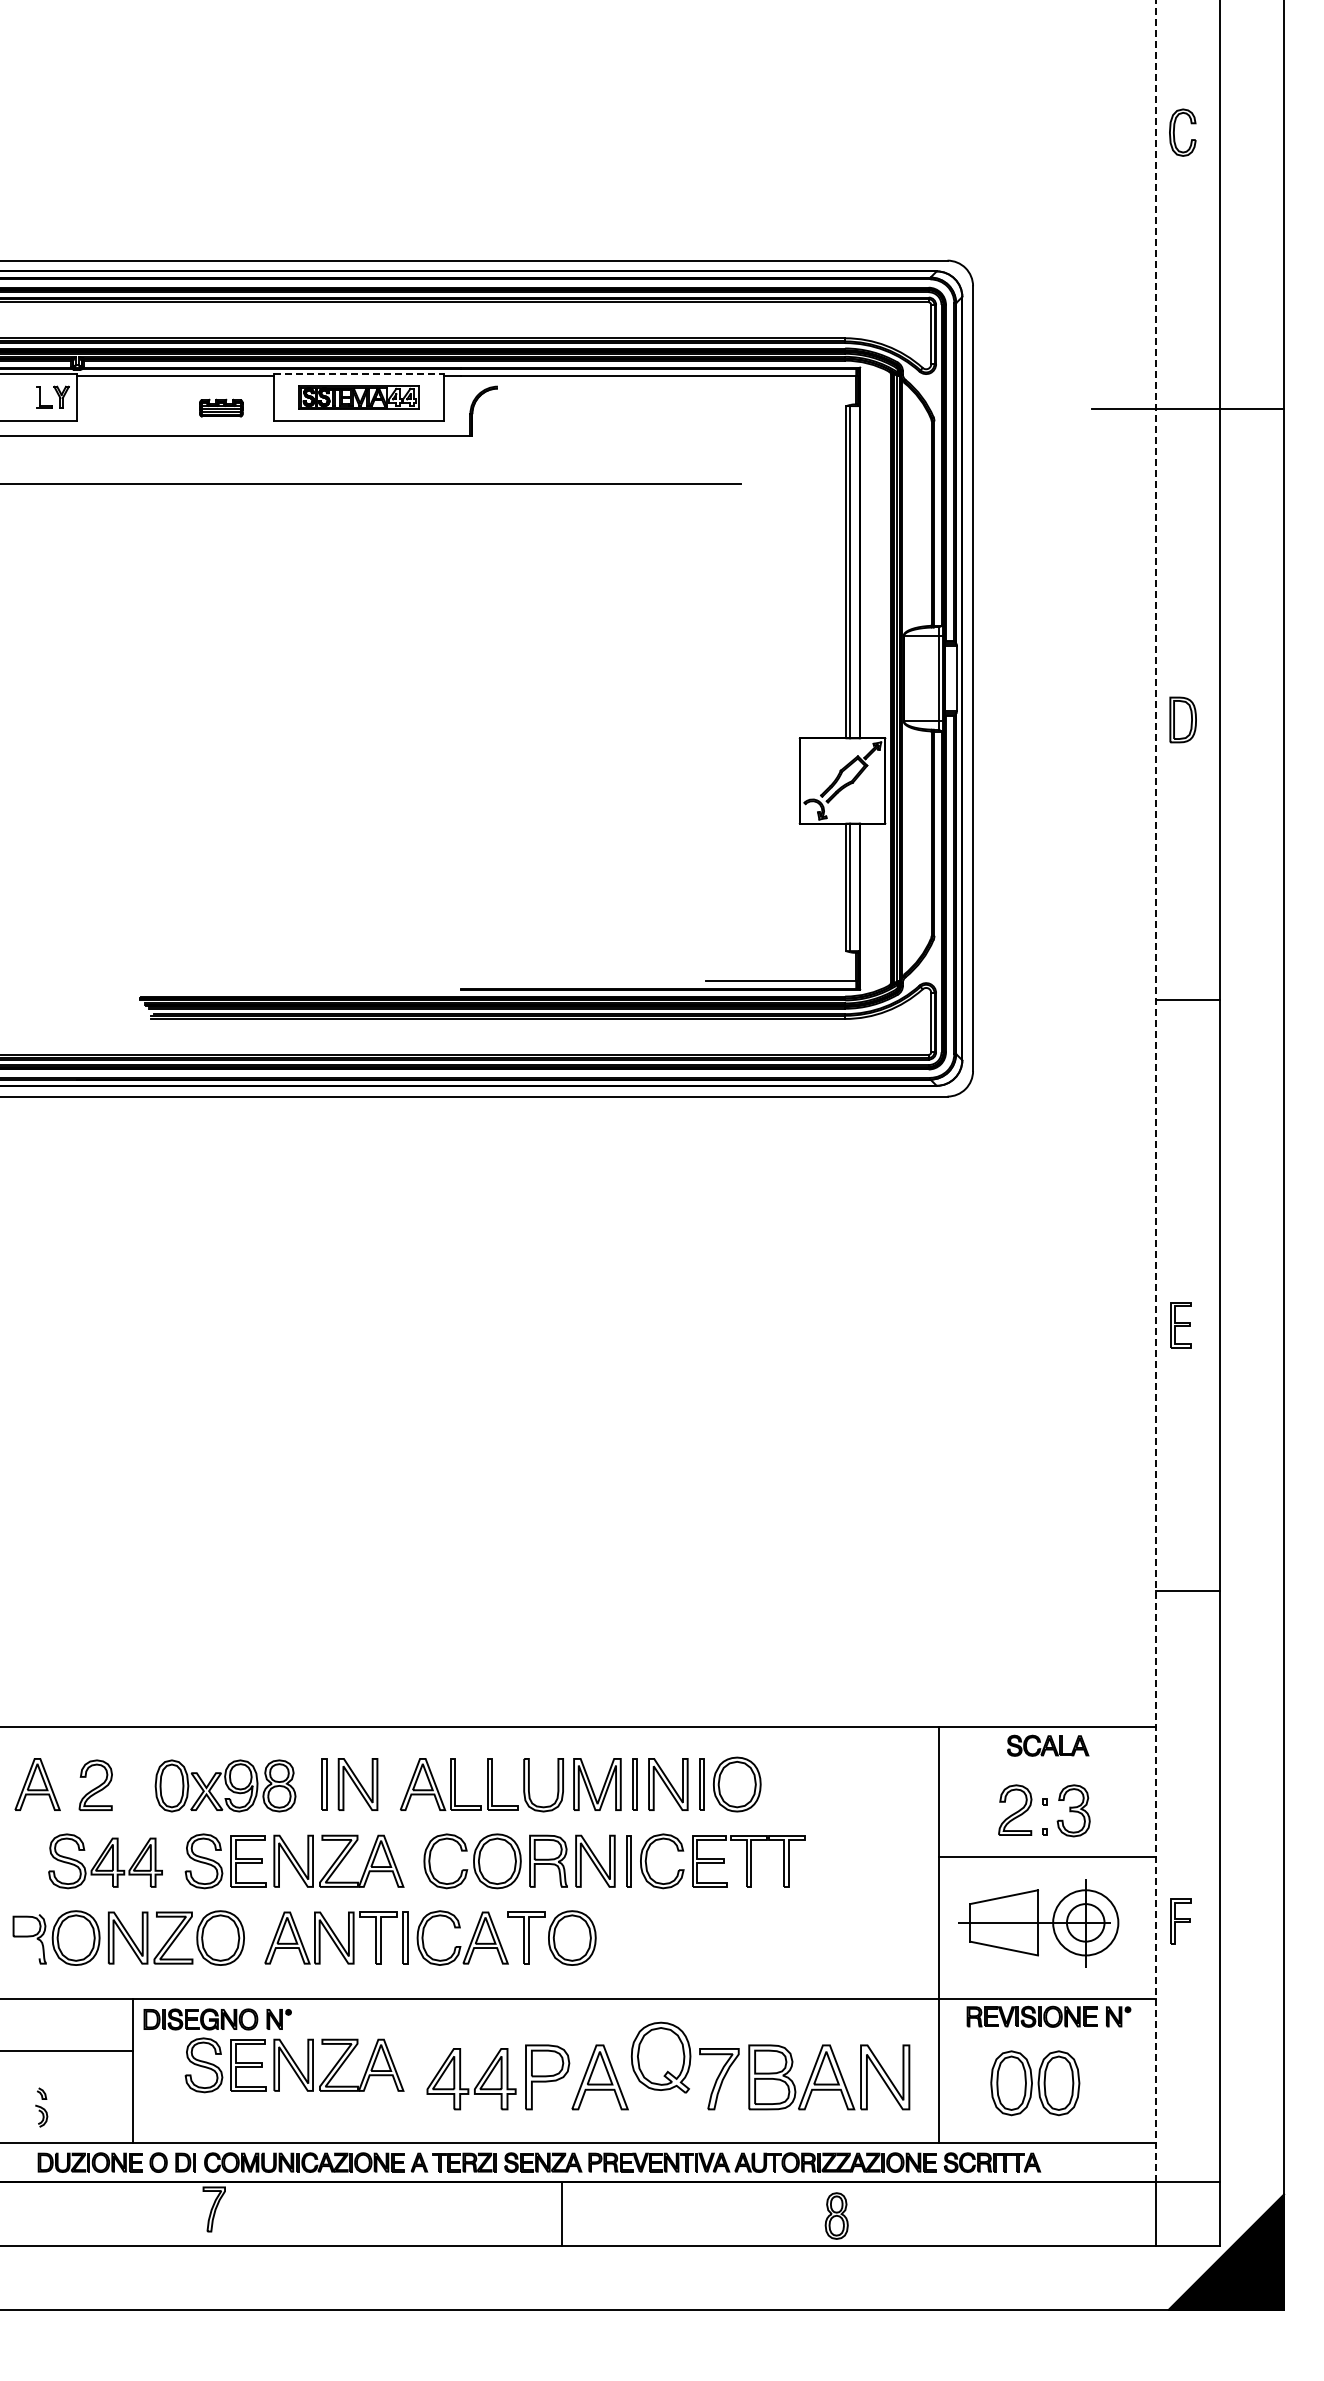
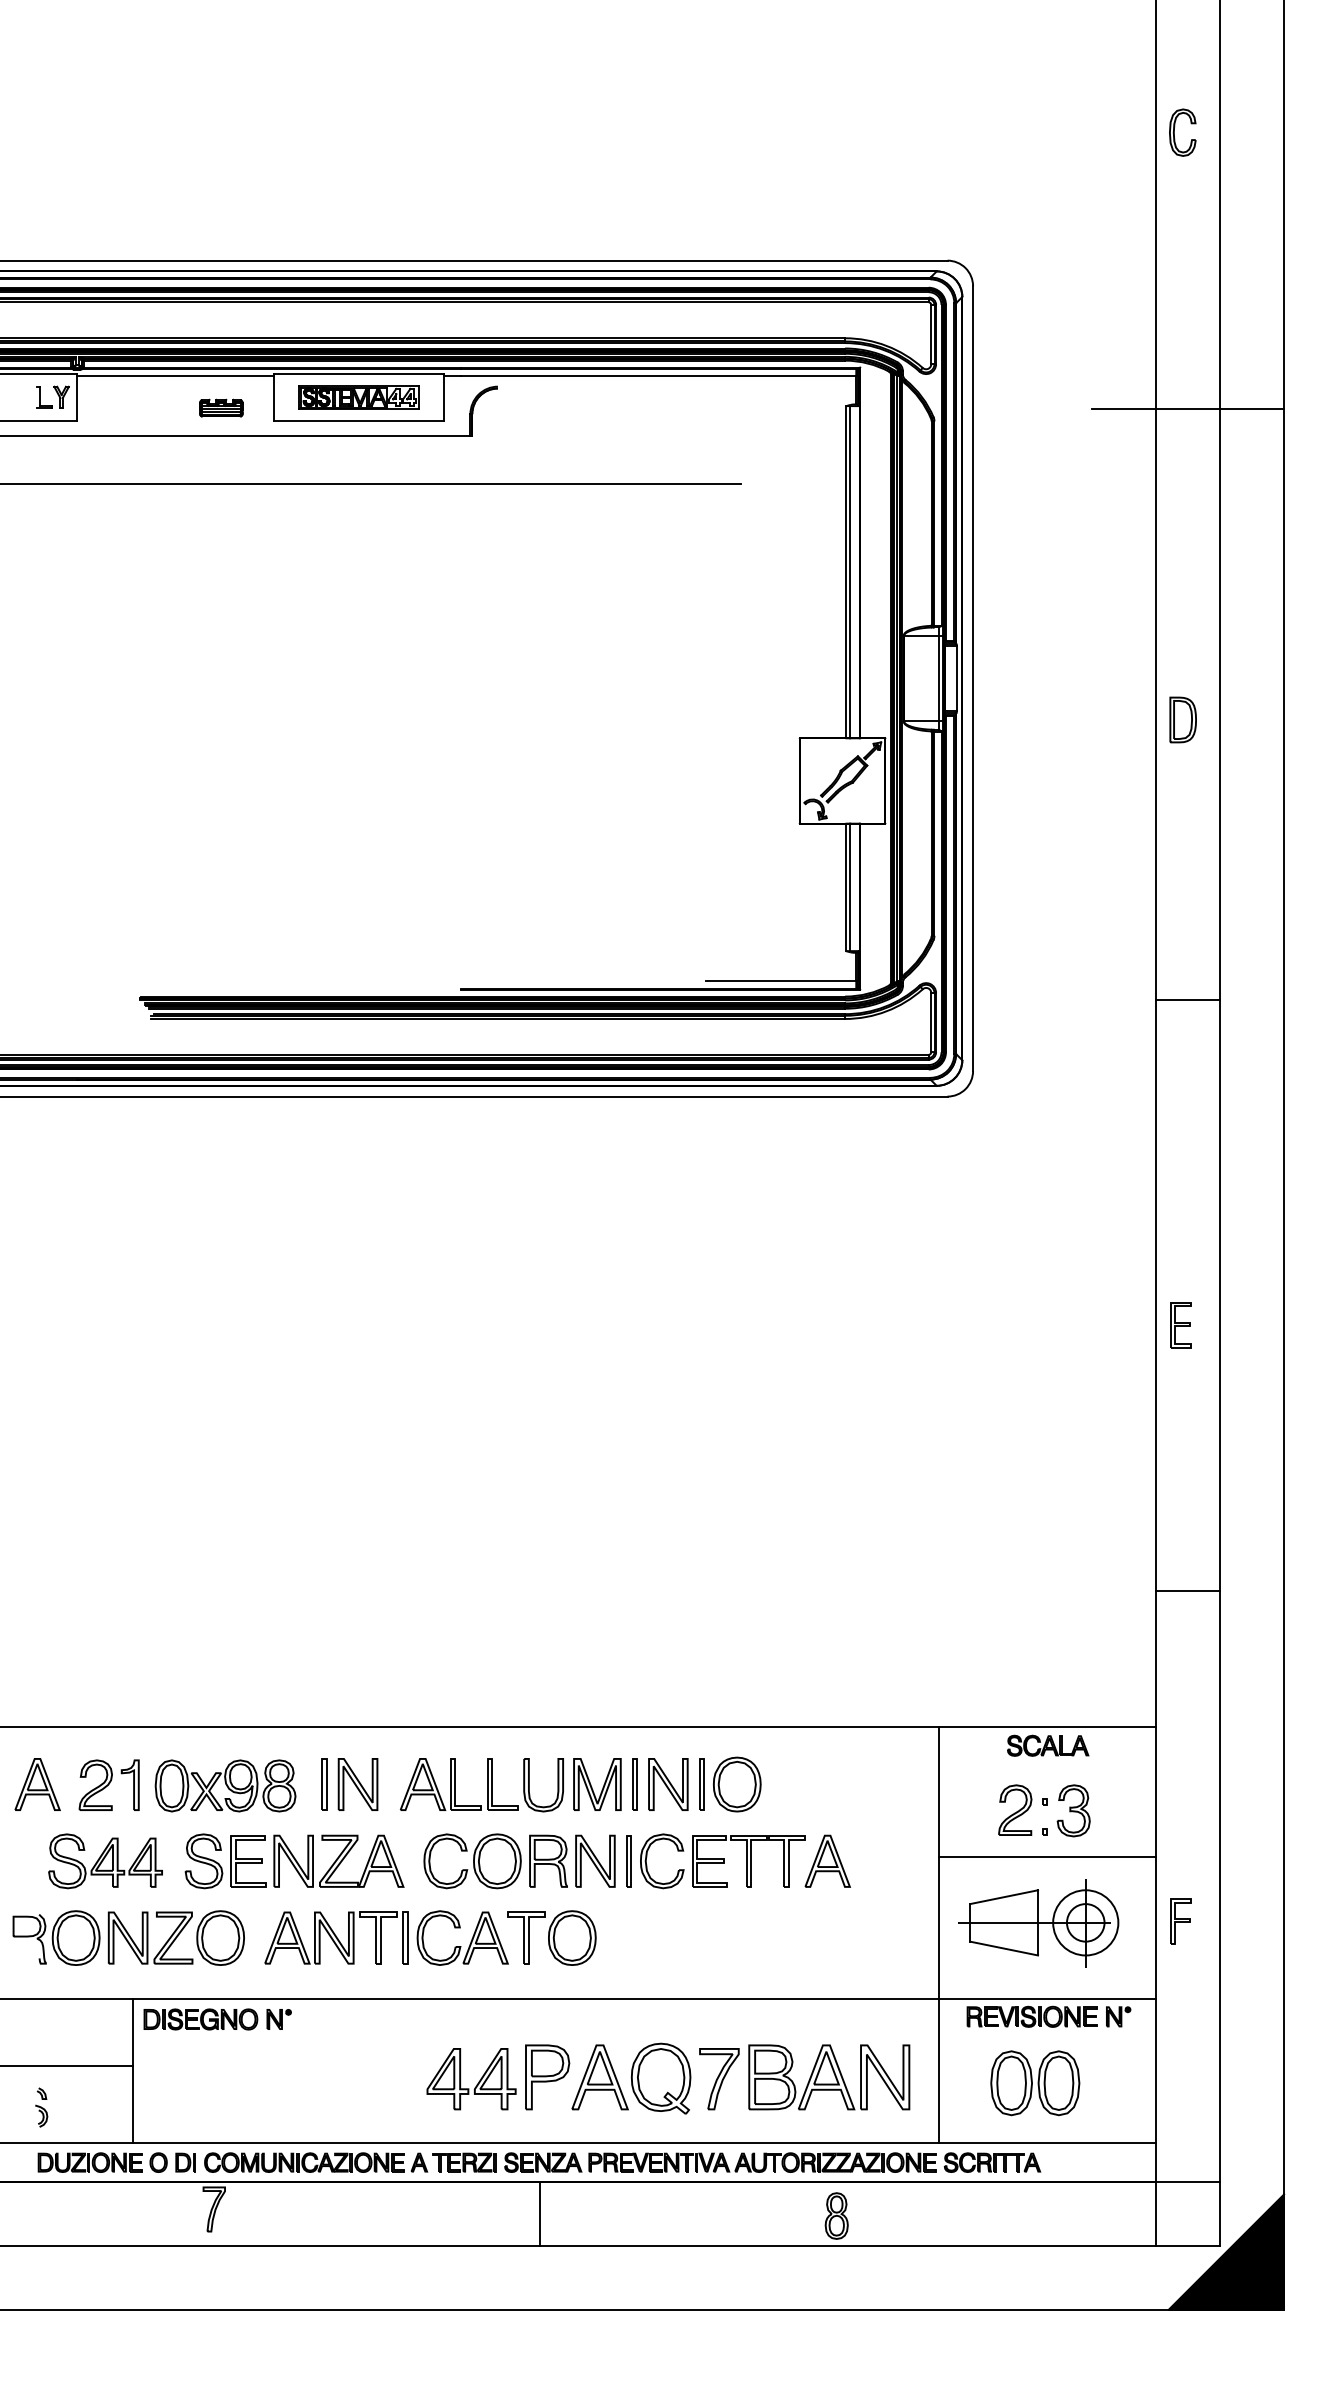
line at (359, 374): dashed -> solid
line at (1156, 1090): dashed -> solid
part at (129, 1784): none -> present
part at (827, 1860): none -> present
line at (67, 2051) position: (67, 2051) -> (67, 2066)
part at (660, 2057) position: (660, 2057) -> (660, 2078)
part at (294, 2065): present -> none
line at (562, 2213) position: (562, 2213) -> (540, 2213)
